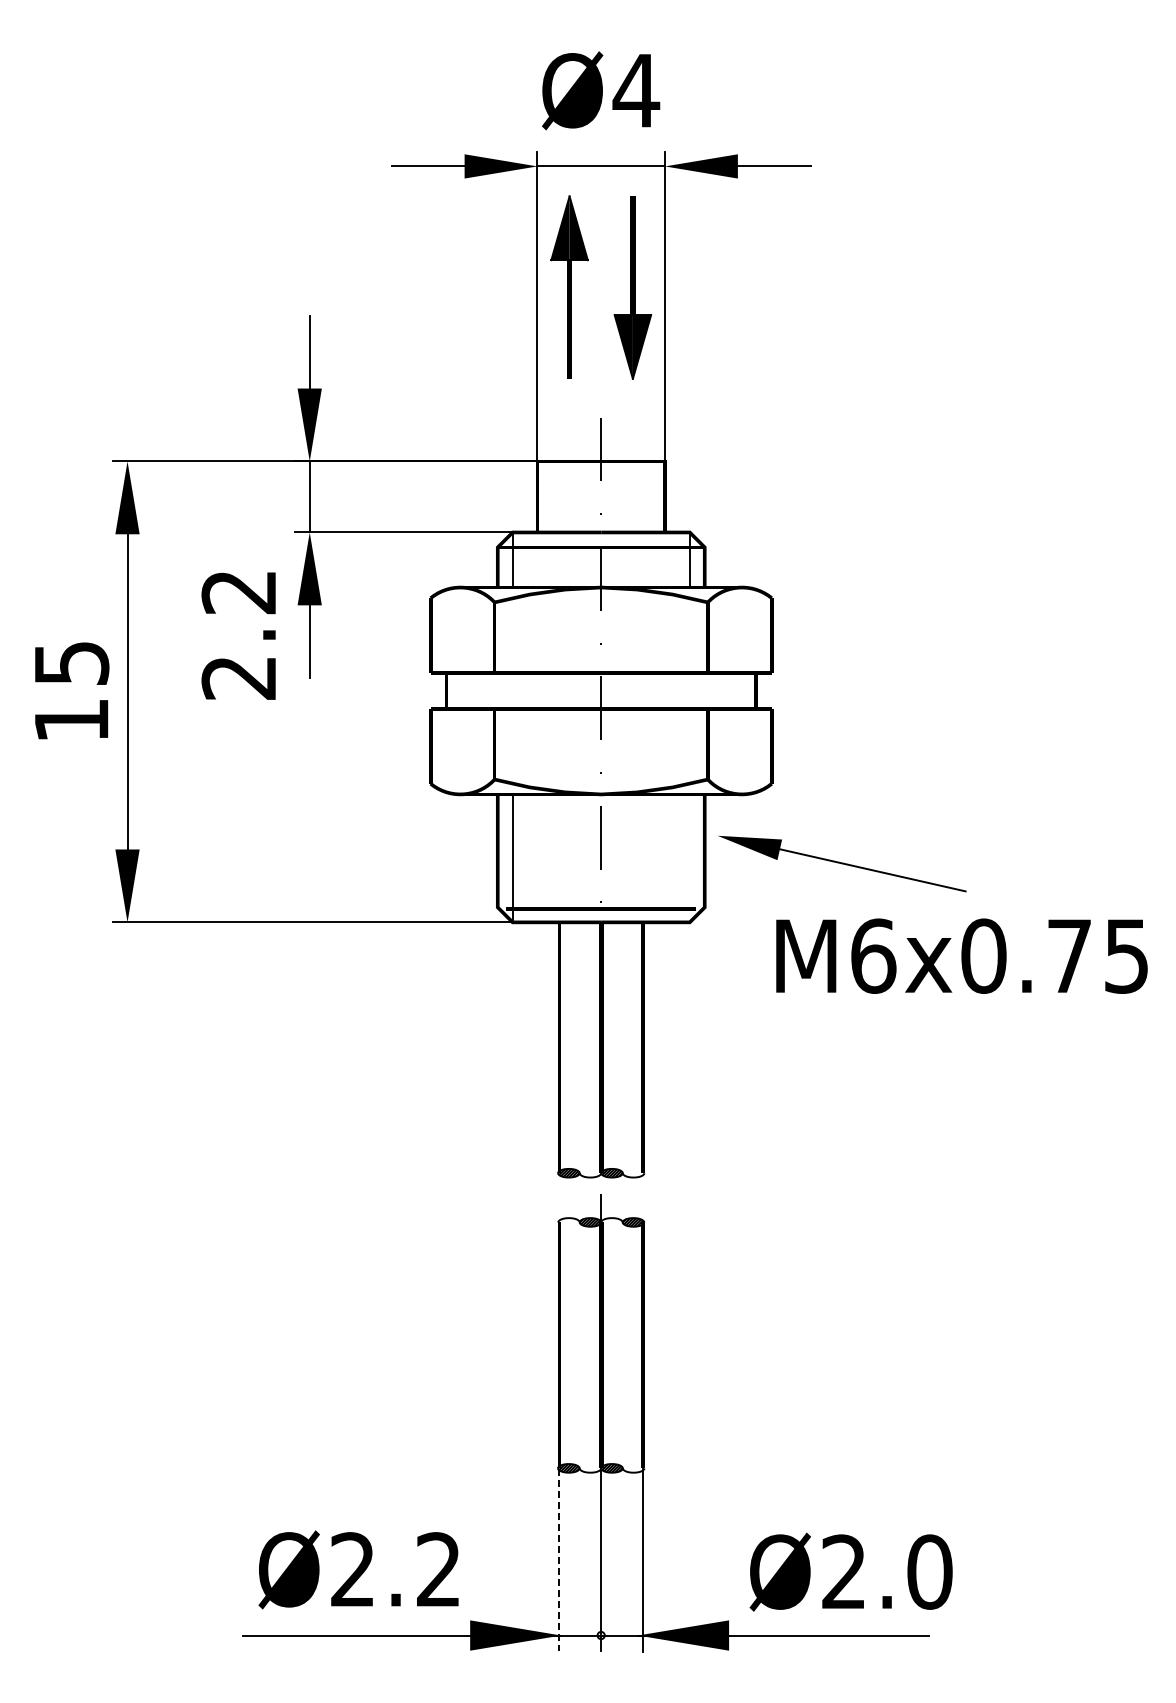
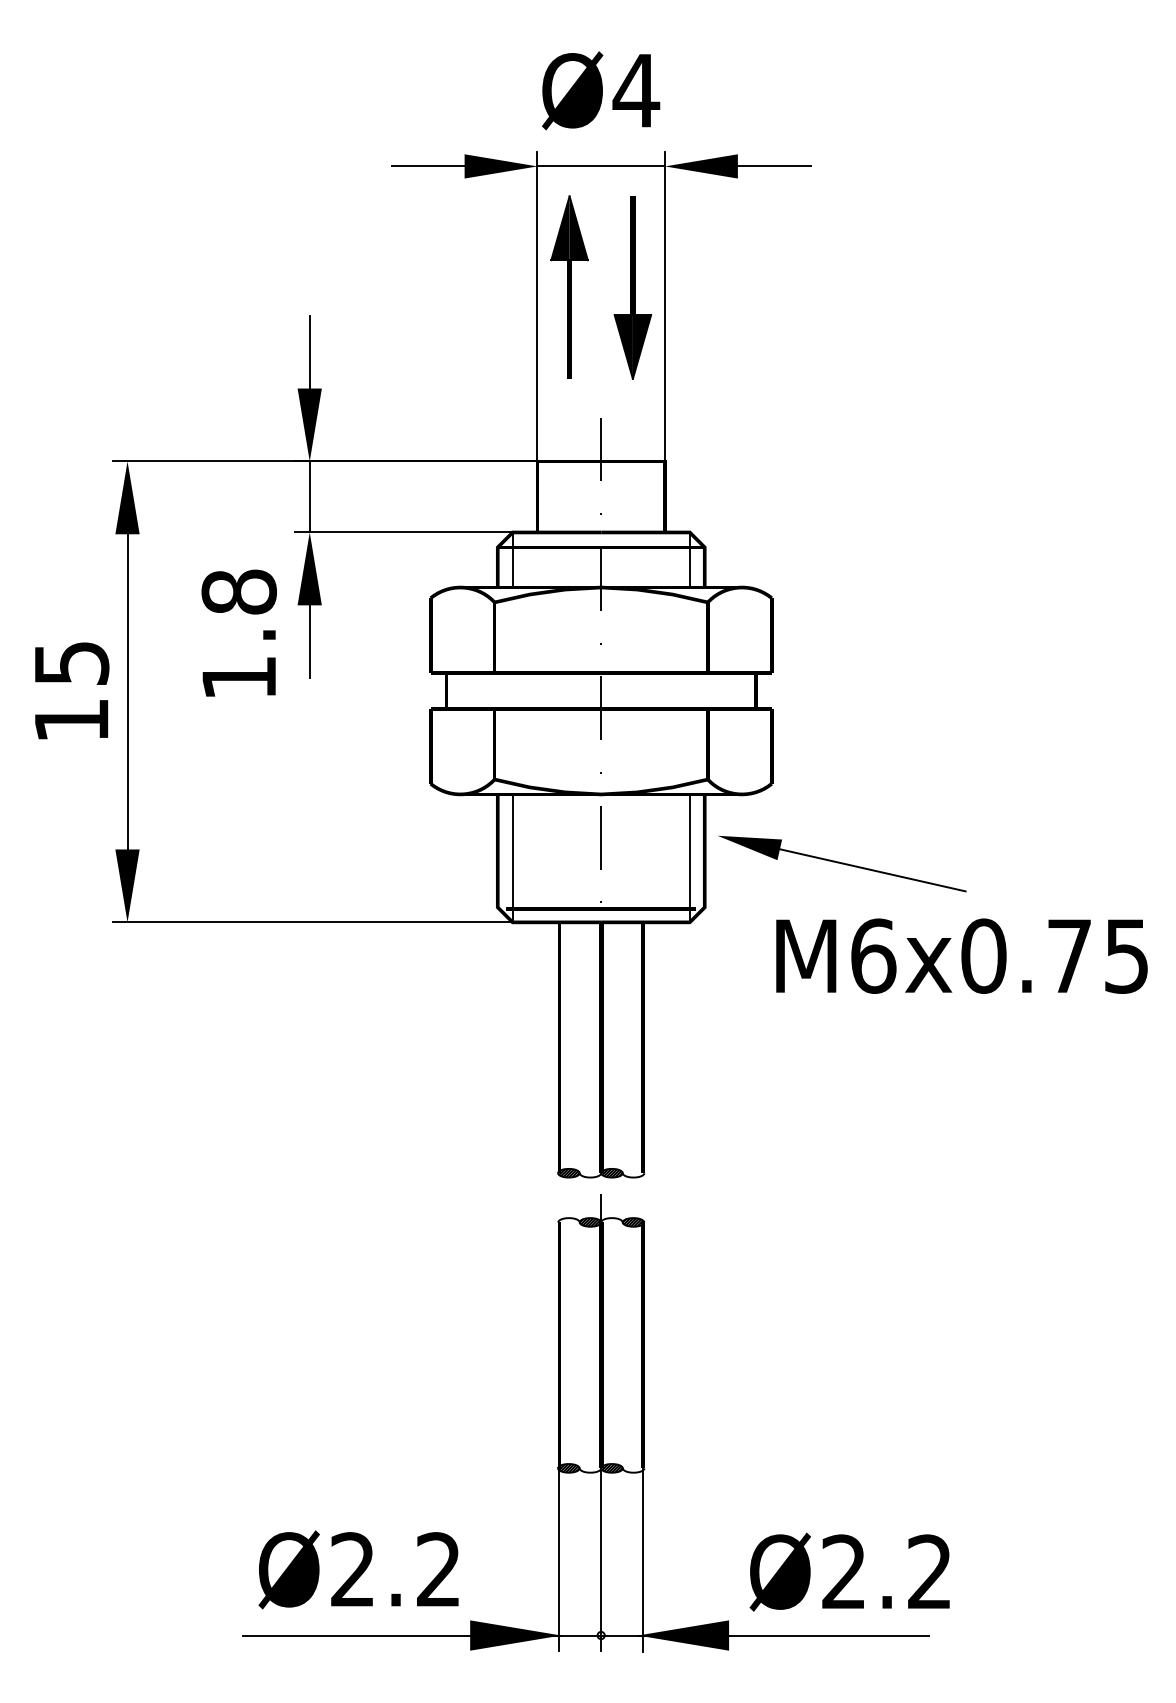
text at (238, 634): 2.2 -> 1.8
line at (689, 858): none -> present
line at (559, 1560): dashed -> solid
text at (929, 1571): Ø2.0 -> Ø2.2
